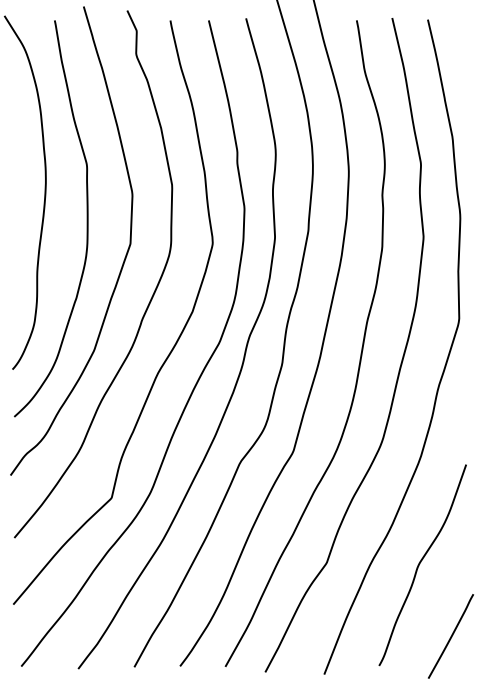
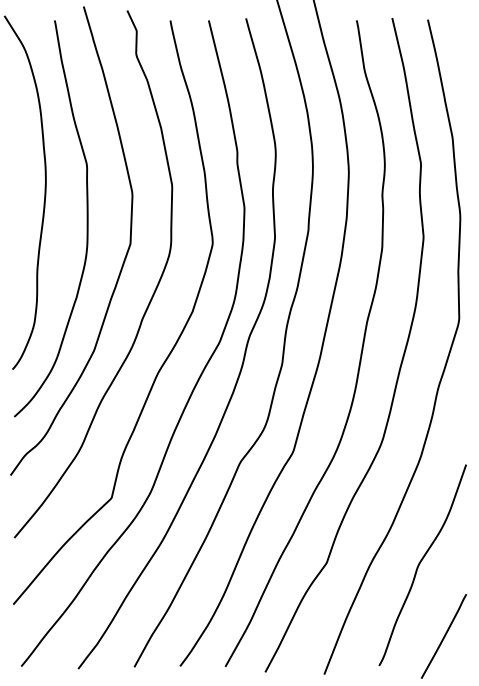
line at (450, 636) position: (450, 636) -> (443, 636)
